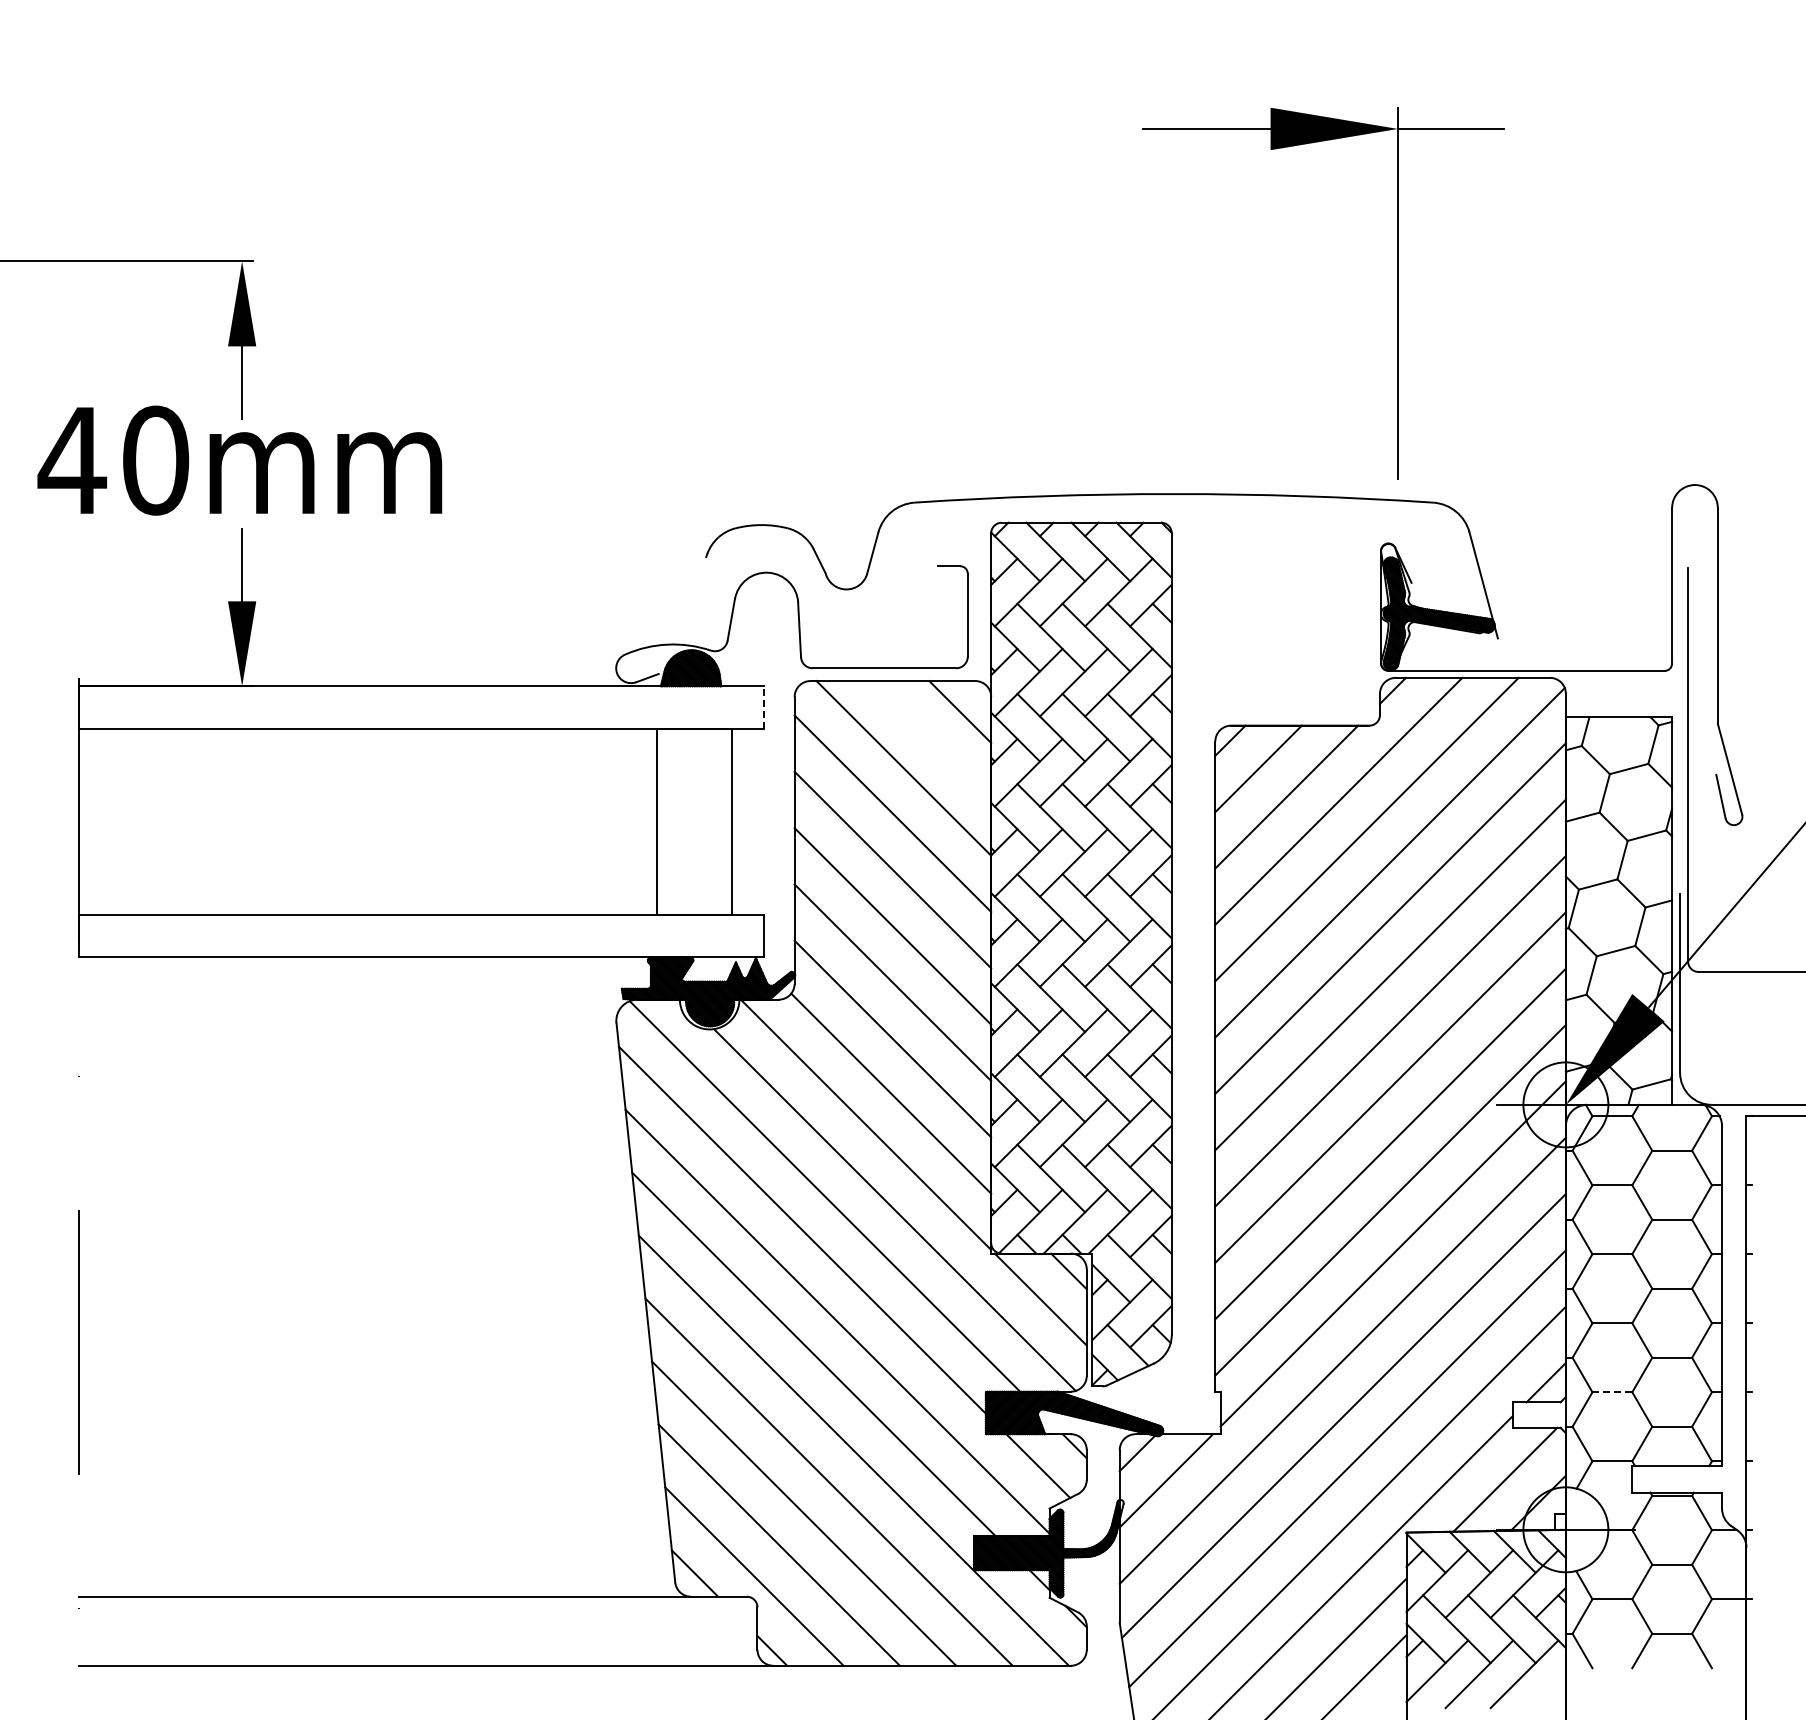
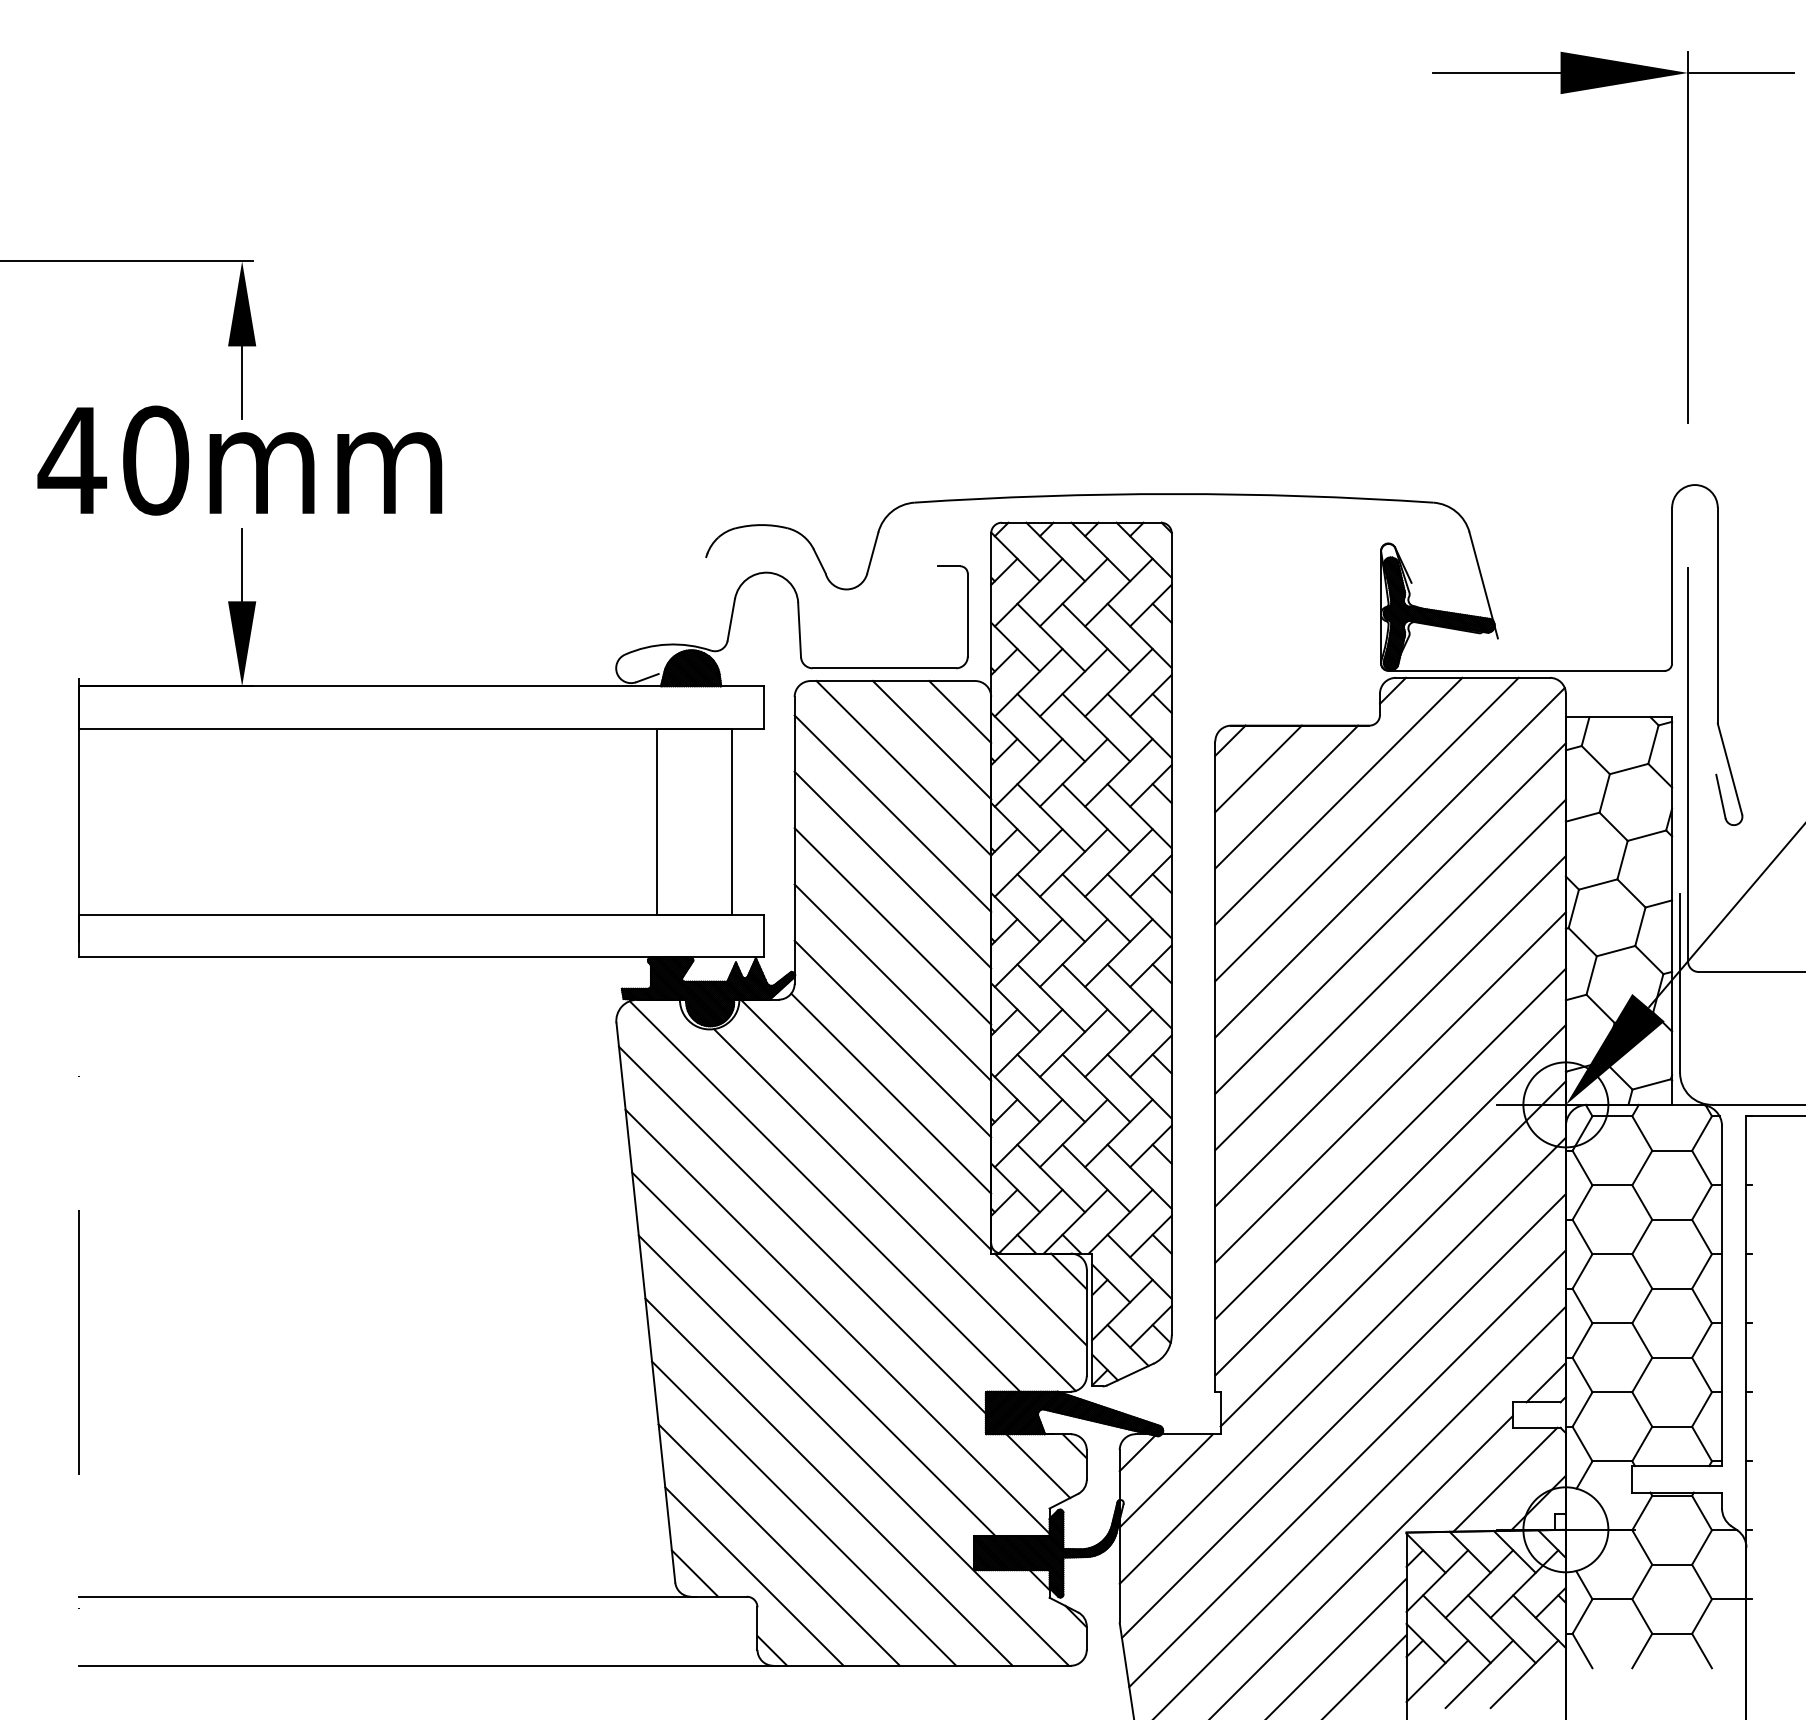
part at (1397, 293) position: (1397, 293) -> (1687, 237)
line at (763, 707): dashed -> solid
line at (931, 740): none -> present
line at (1612, 1392): dashed -> solid
